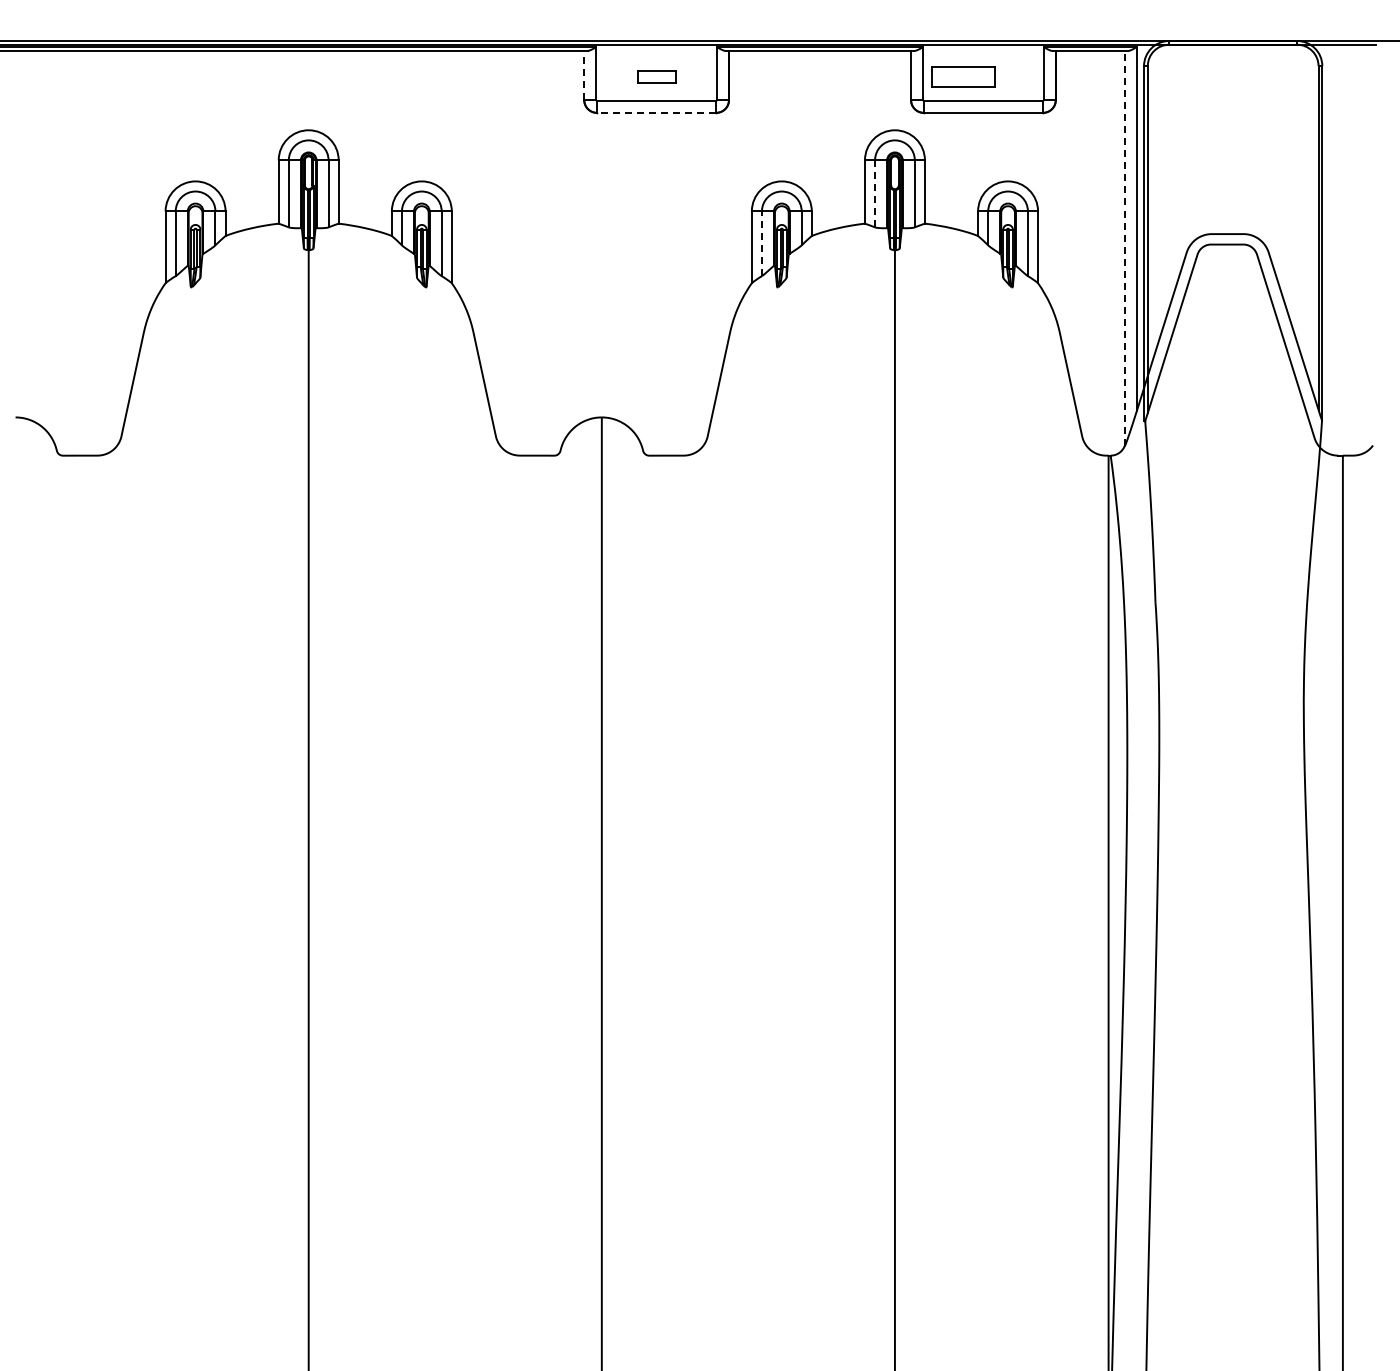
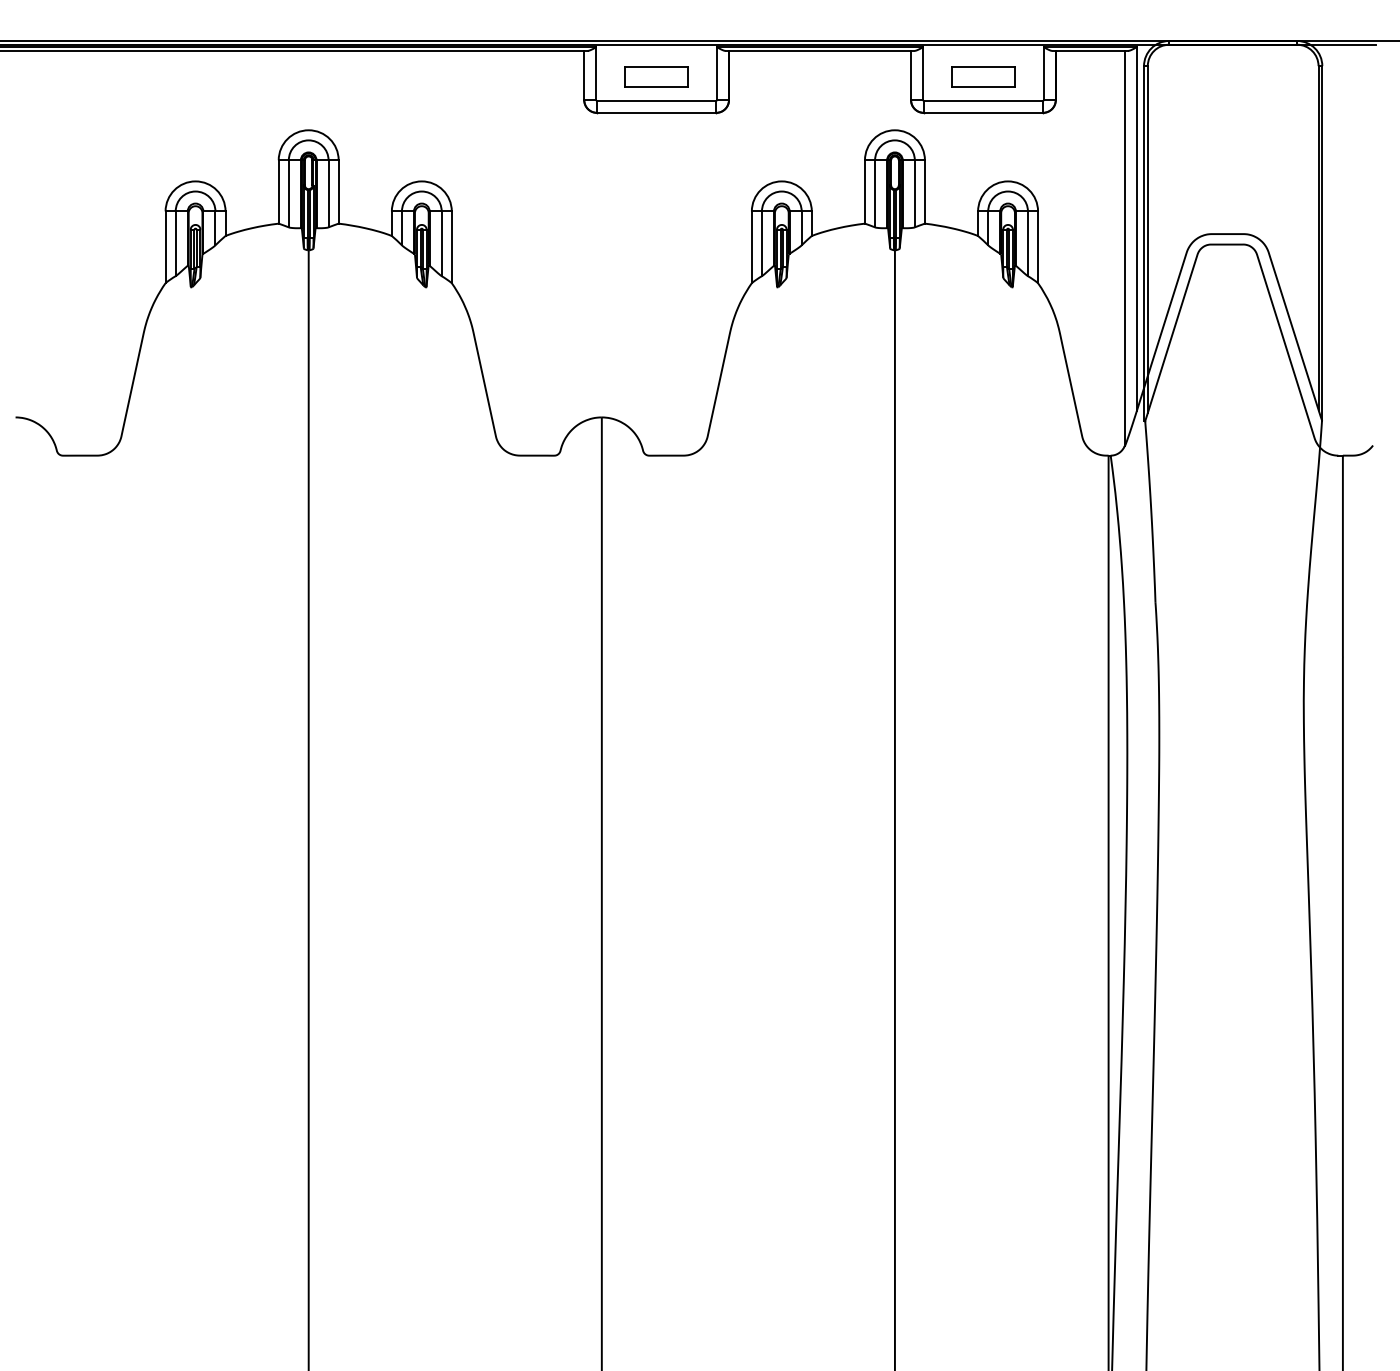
line at (584, 75): dashed -> solid
part at (656, 76) size: 40x14 px -> 65x22 px
part at (963, 76) position: (963, 76) -> (983, 76)
line at (656, 112): dashed -> solid
line at (875, 193): dashed -> solid
line at (761, 243): dashed -> solid
line at (1124, 248): dashed -> solid
